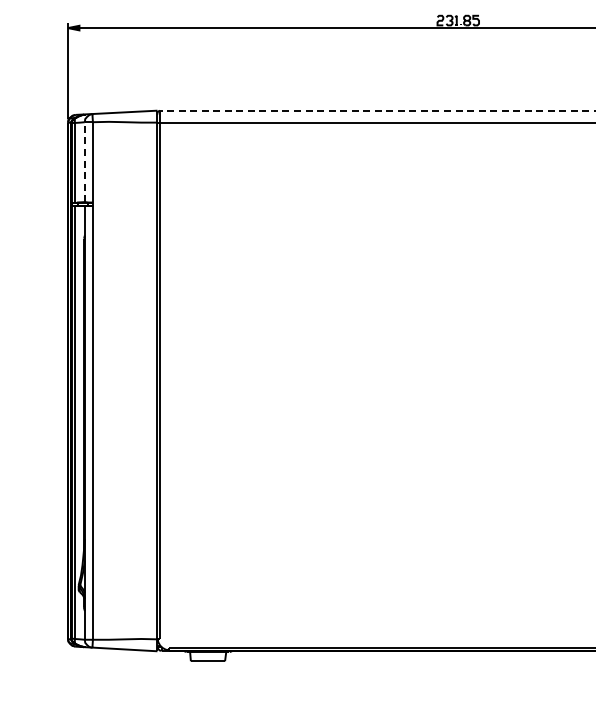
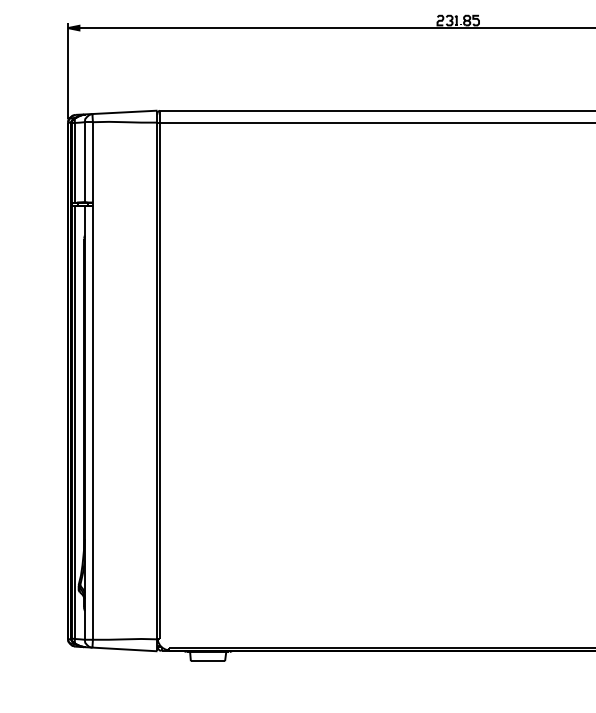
line at (377, 110): dashed -> solid
line at (84, 162): dashed -> solid
